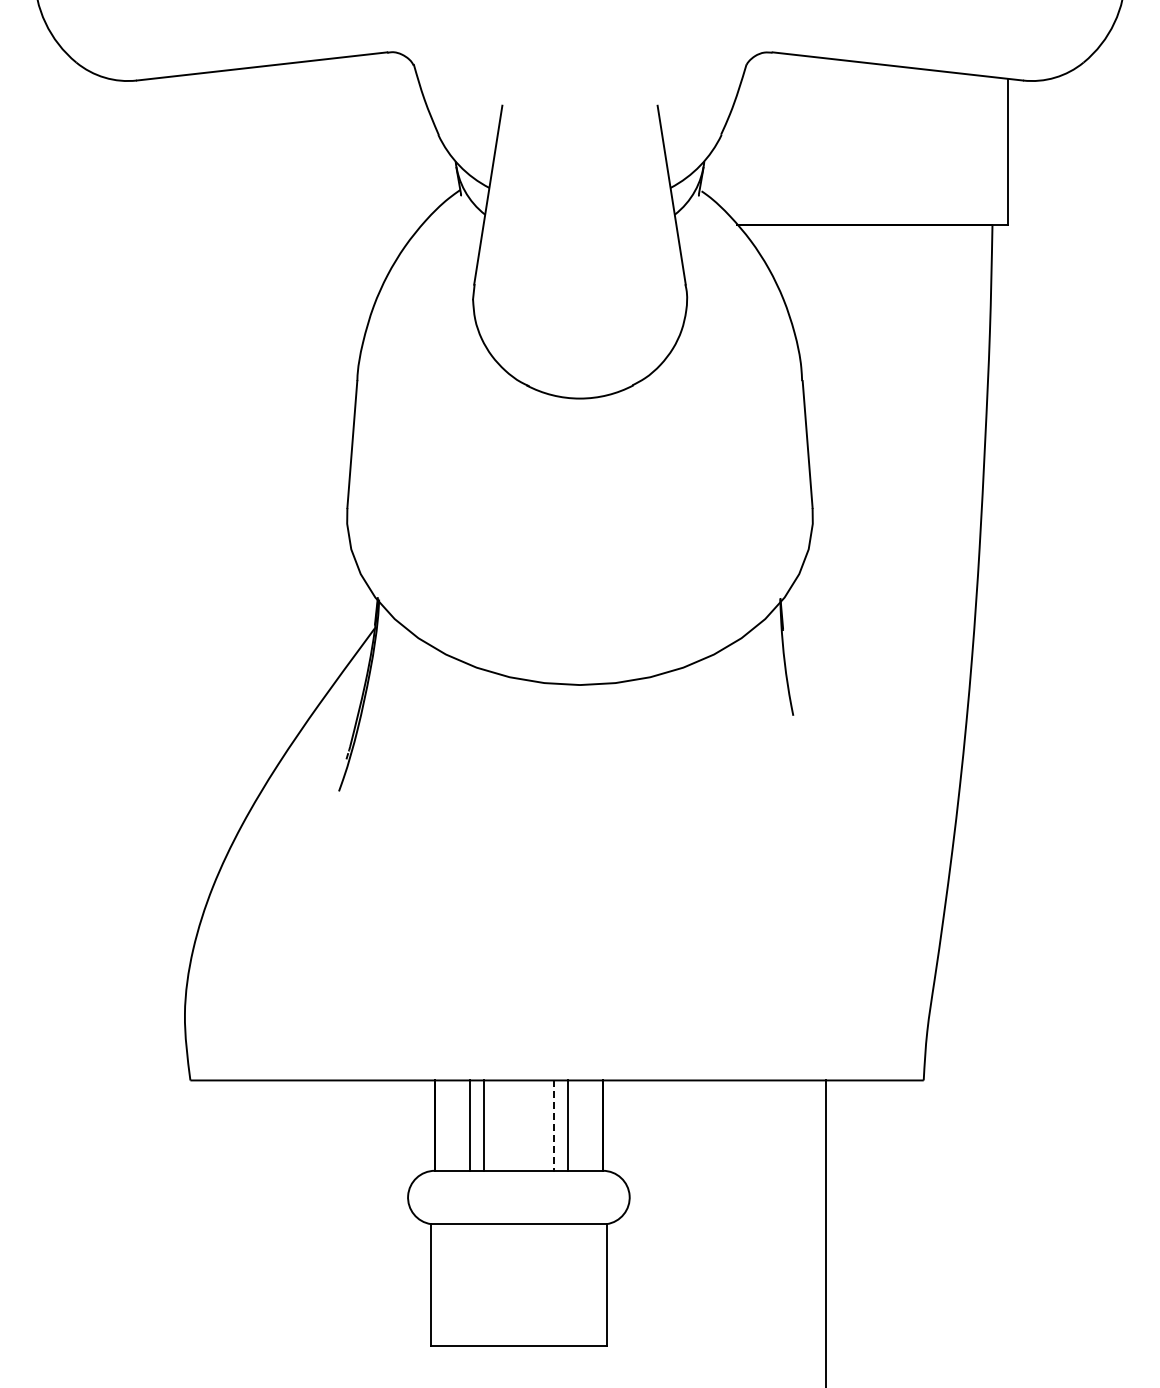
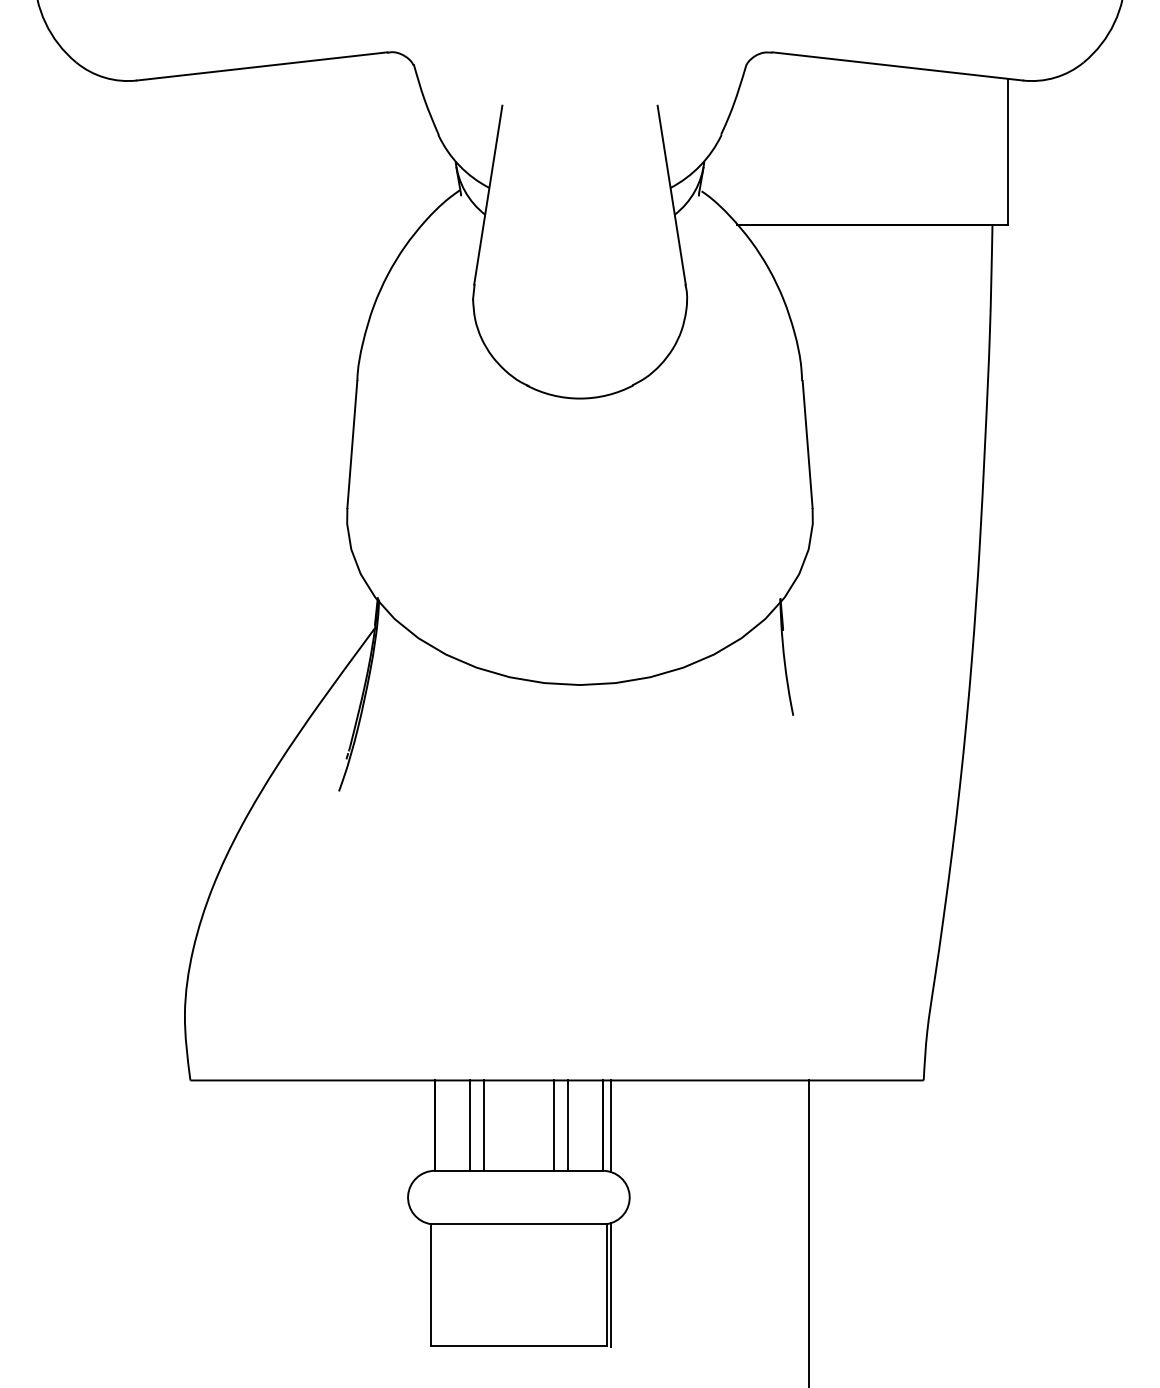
line at (610, 1125): none -> present
line at (553, 1126): dashed -> solid
line at (826, 1232) position: (826, 1232) -> (809, 1232)
line at (610, 1285): none -> present
